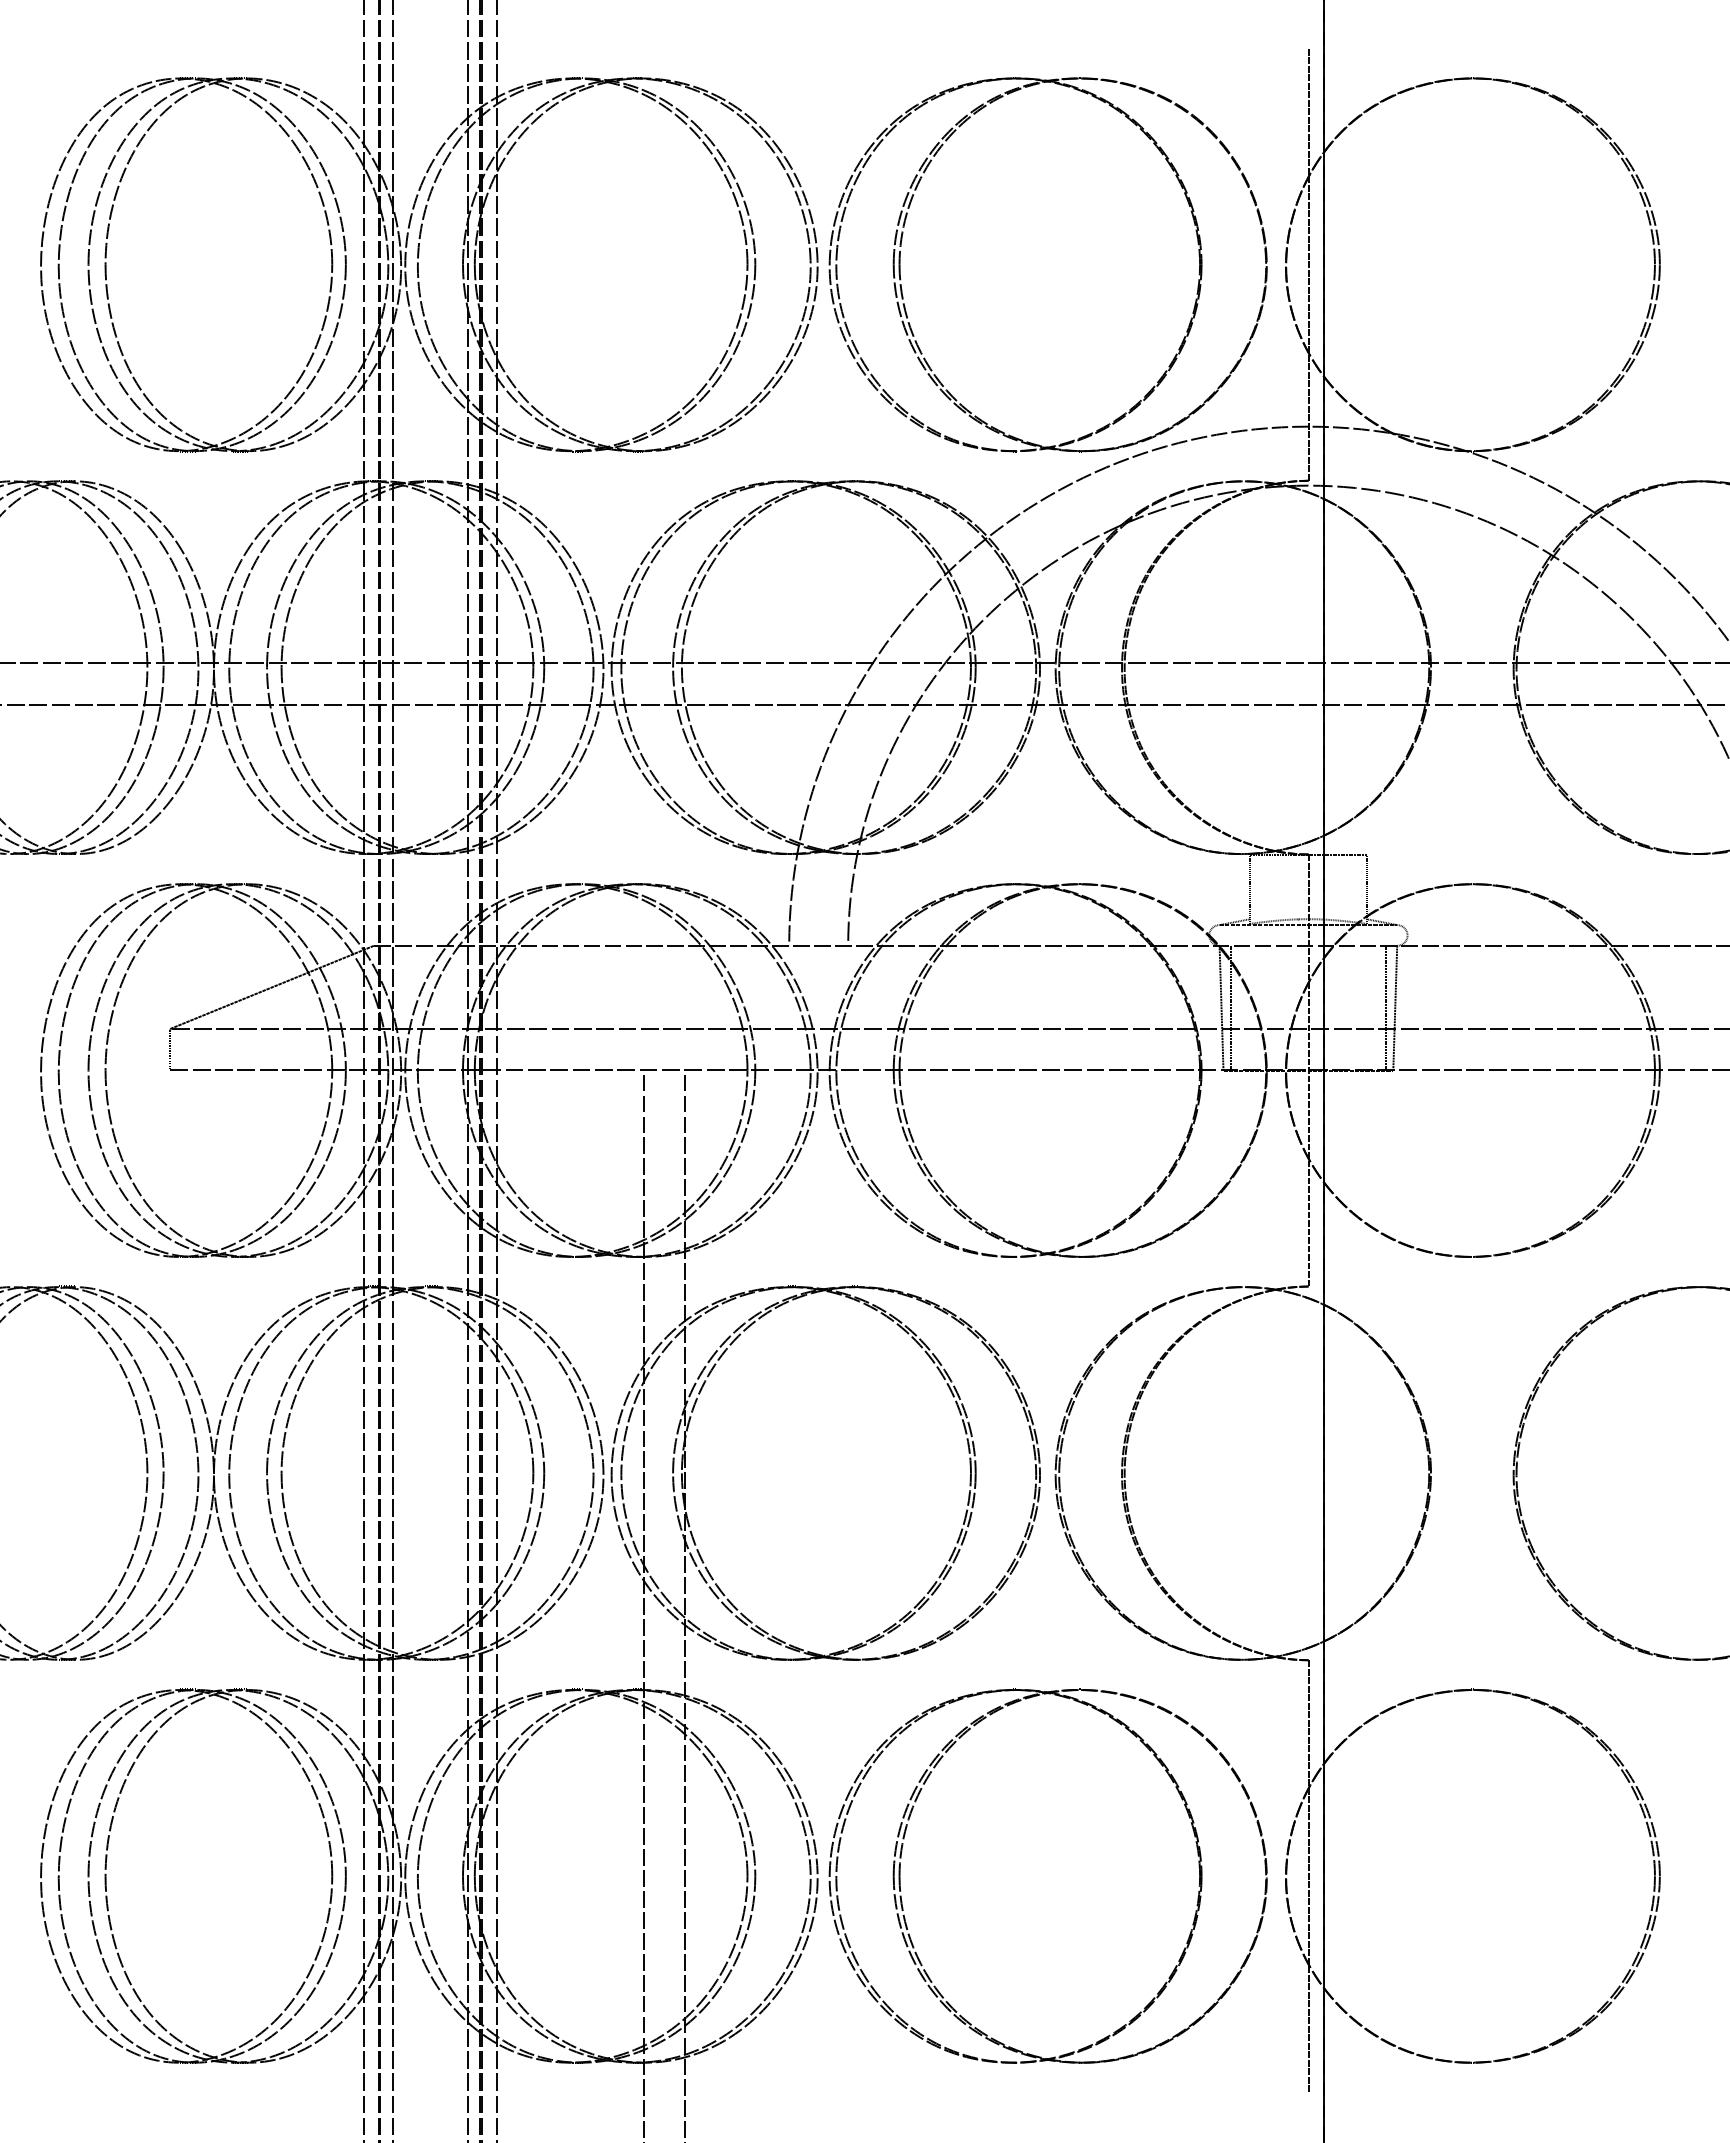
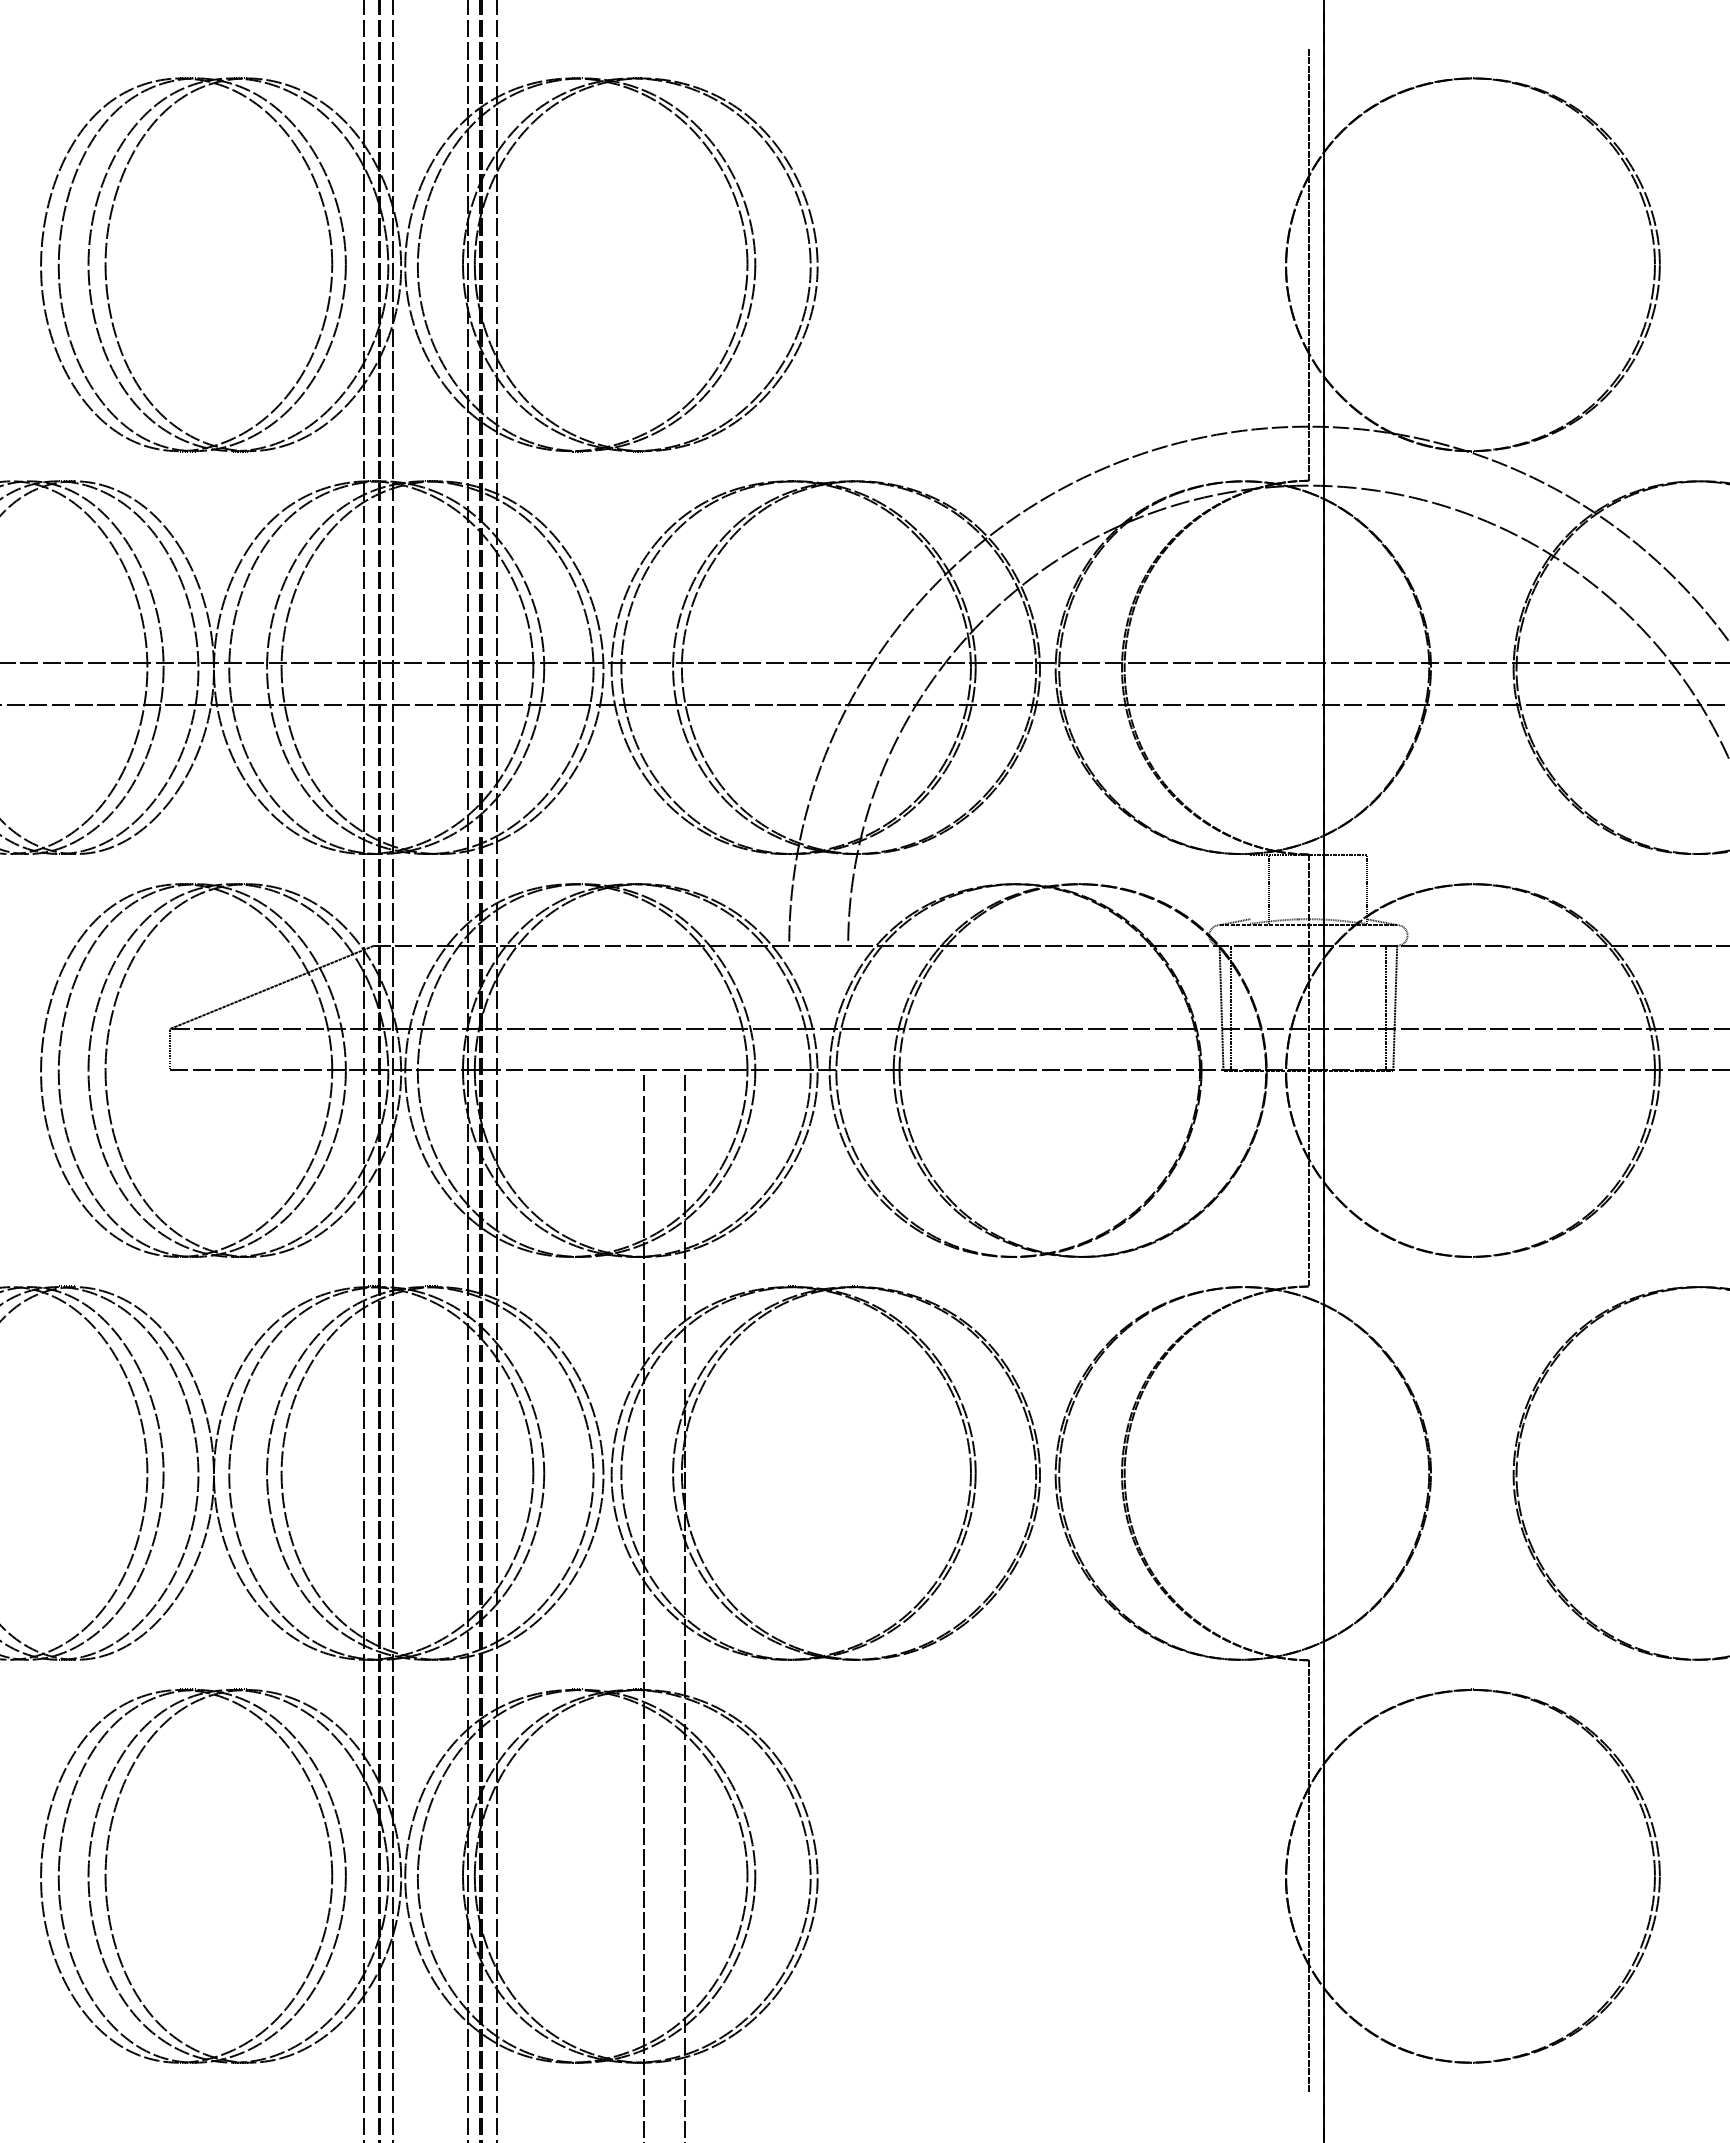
part at (901, 279): present -> none
line at (1250, 888) position: (1250, 888) -> (1269, 888)
part at (901, 1891): present -> none
